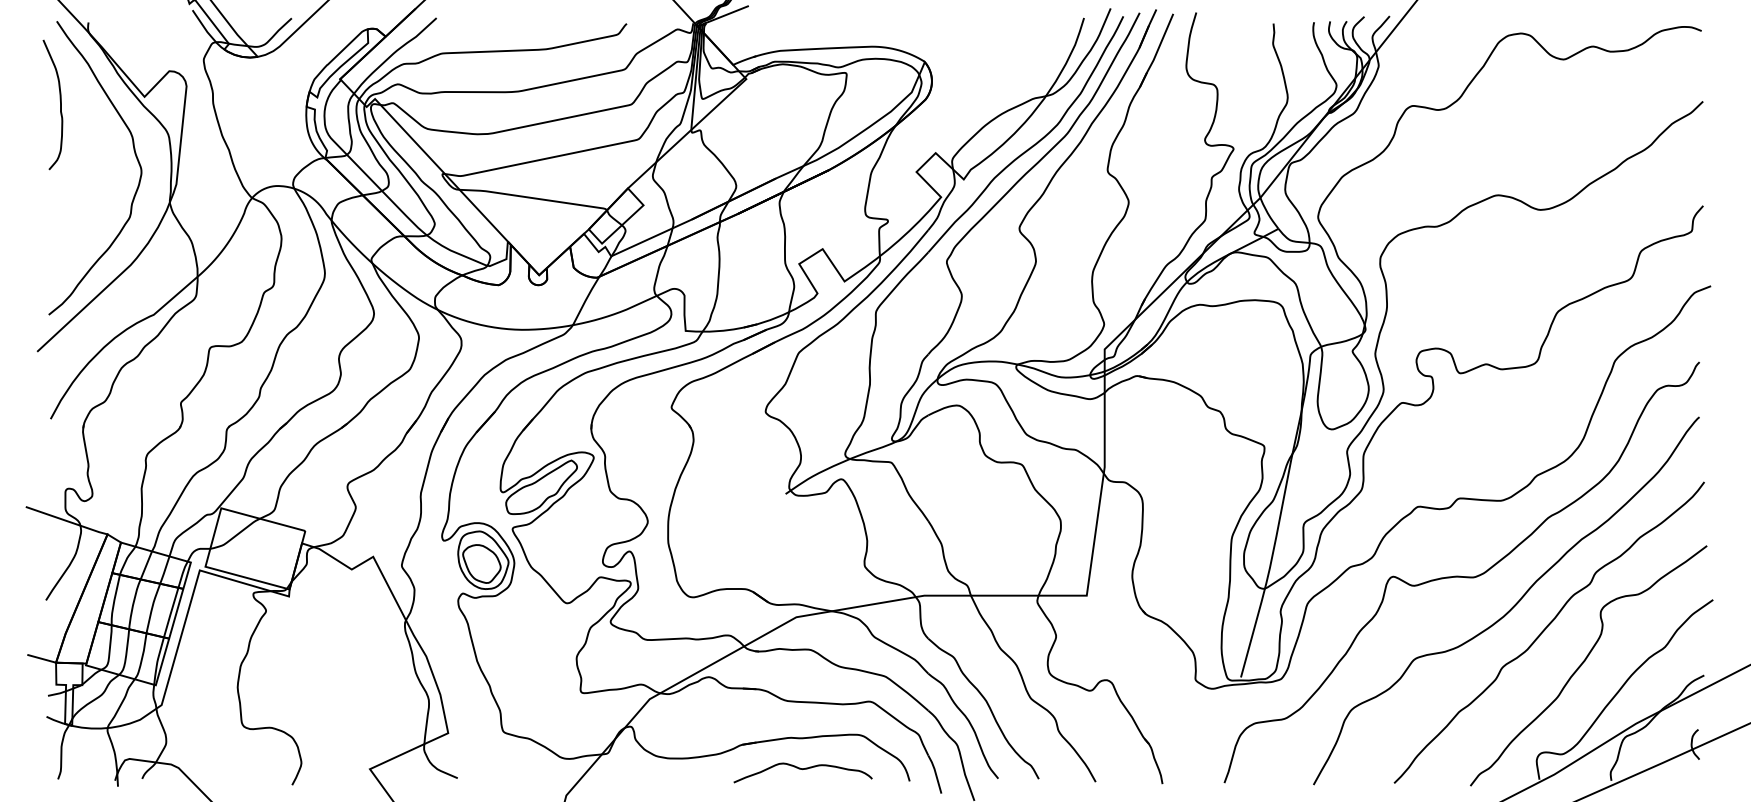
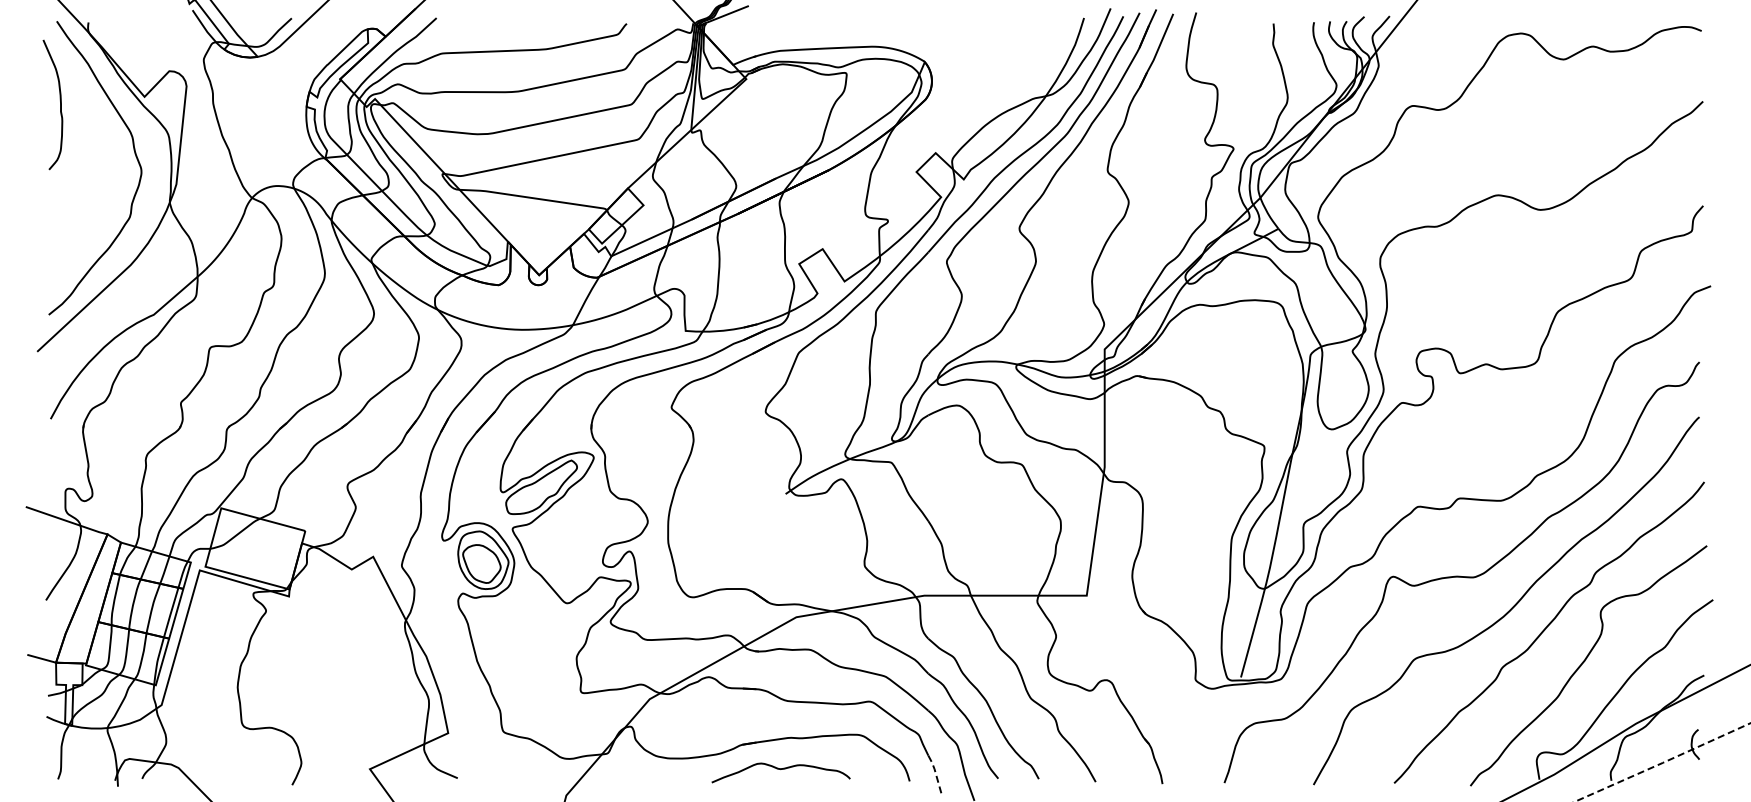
line at (1662, 762): solid -> dashed
curve at (802, 769) position: (802, 769) -> (780, 769)
line at (935, 772): solid -> dashed
